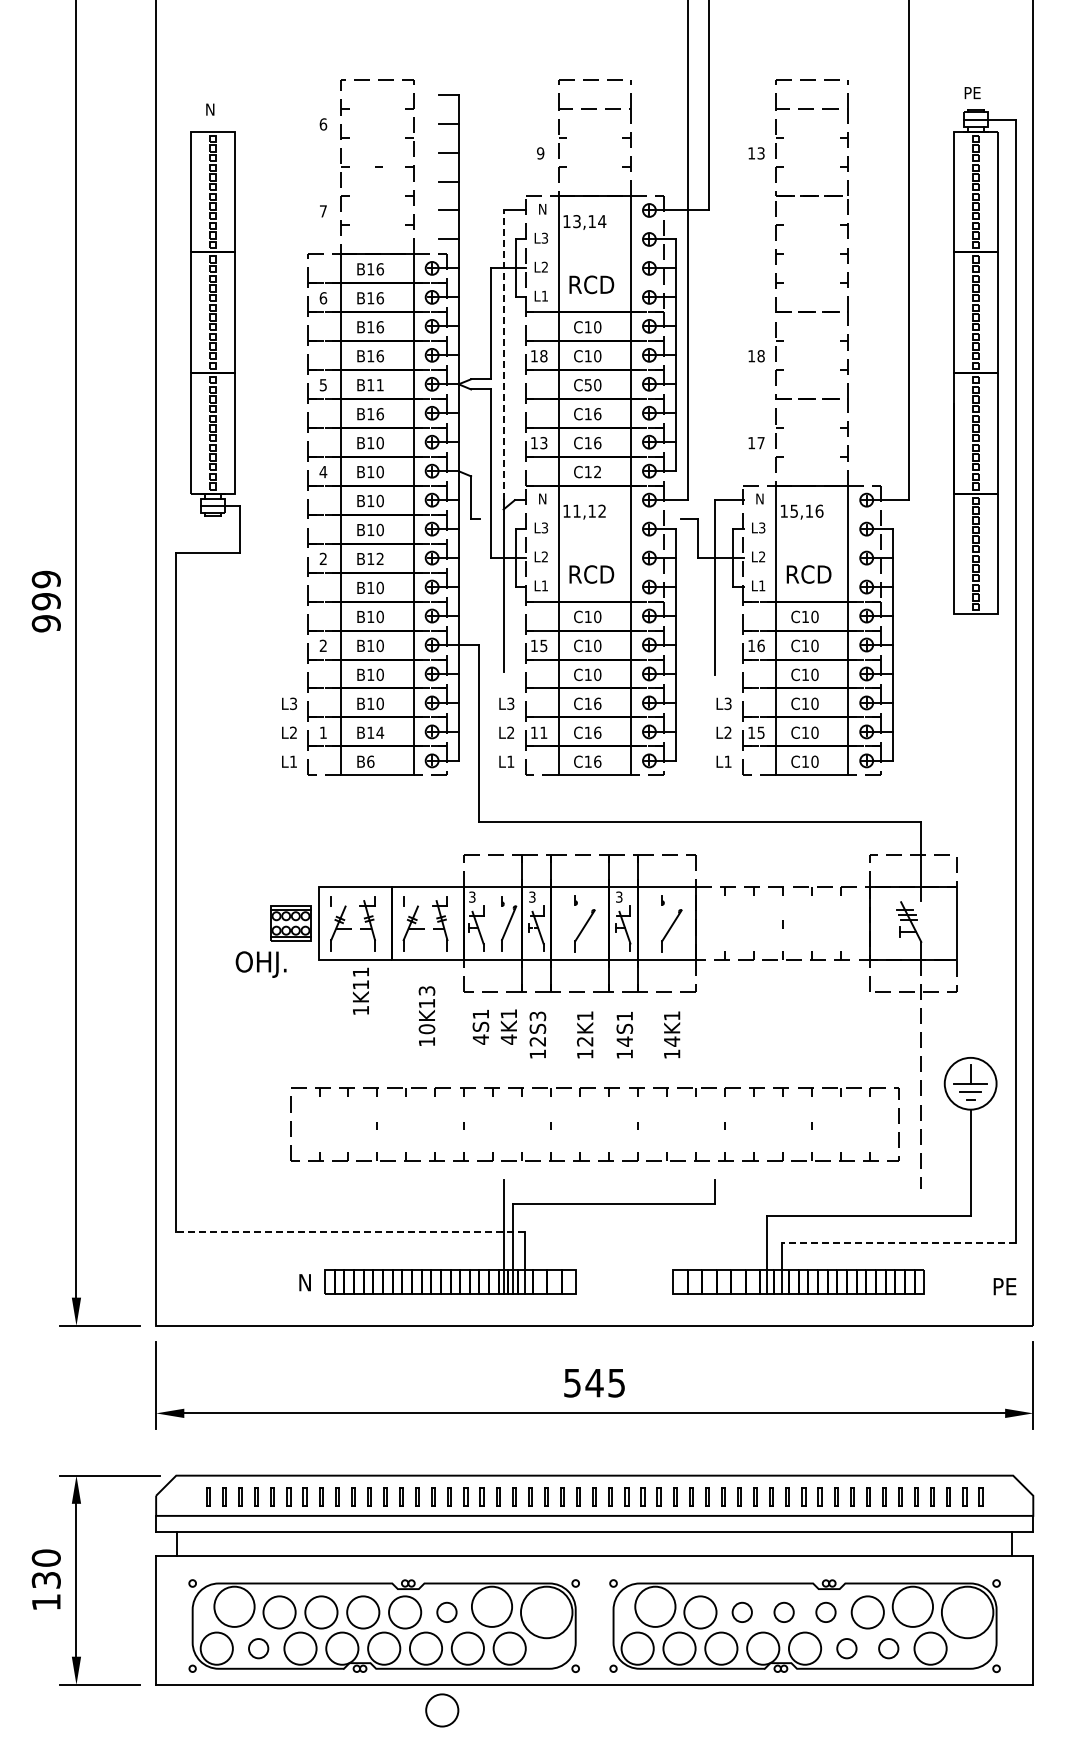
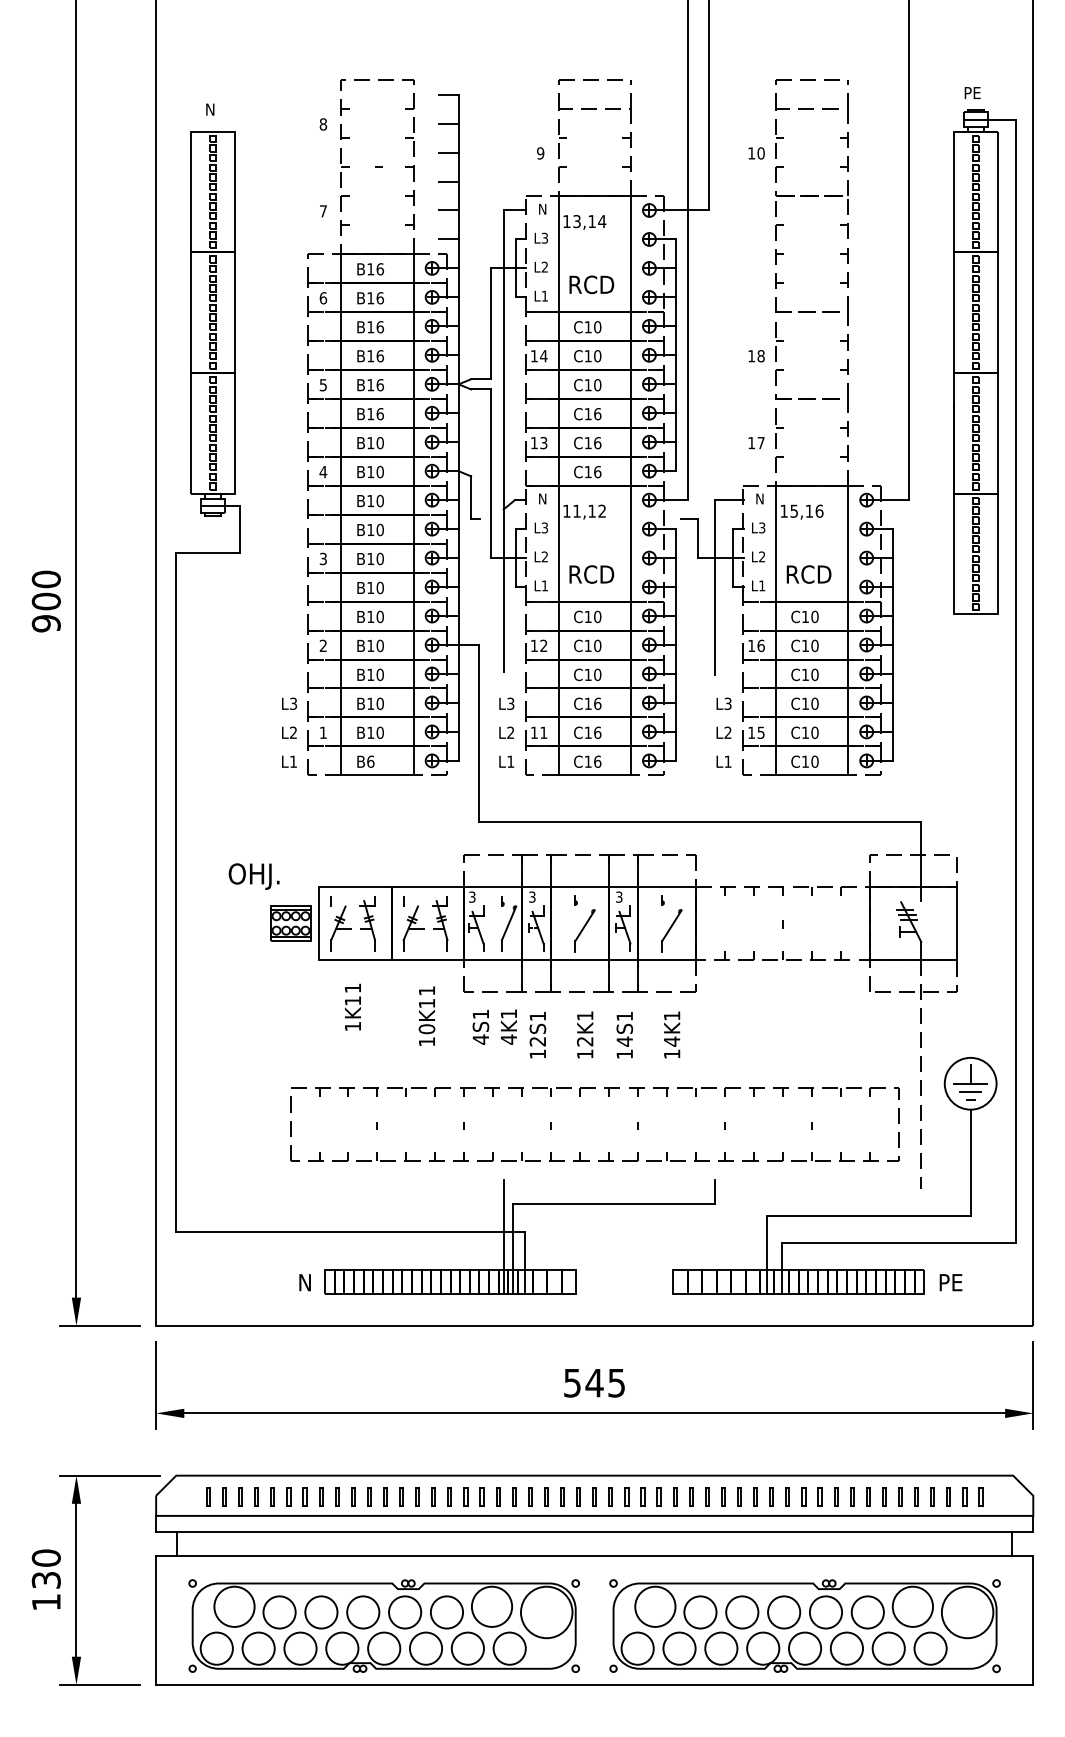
text at (323, 124): 6 -> 8
text at (760, 153): 13 -> 10
line at (503, 355): dashed -> solid
text at (543, 356): 18 -> 14
text at (380, 385): B11 -> B16
text at (587, 385): C50 -> C10
text at (597, 471): C12 -> C16
text at (379, 558): B12 -> B10
text at (322, 559): 2 -> 3
text at (46, 590): 999 -> 900
text at (543, 645): 15 -> 12
text at (380, 732): B14 -> B10
text at (260, 964) position: (260, 964) -> (253, 876)
text at (360, 990) position: (360, 990) -> (352, 1006)
text at (426, 990): 10K13 -> 10K11
text at (537, 1016): 12S3 -> 12S1
line at (350, 1232): dashed -> solid
line at (898, 1242): dashed -> solid
text at (1004, 1286) position: (1004, 1286) -> (950, 1282)
circle at (446, 1612) diameter: 19 px -> 32 px
circle at (741, 1612) diameter: 19 px -> 32 px
circle at (783, 1612) diameter: 19 px -> 32 px
circle at (825, 1612) diameter: 19 px -> 32 px
circle at (258, 1648) diameter: 19 px -> 32 px
circle at (846, 1648) diameter: 19 px -> 32 px
circle at (888, 1648) diameter: 19 px -> 32 px
circle at (442, 1710): present -> none
